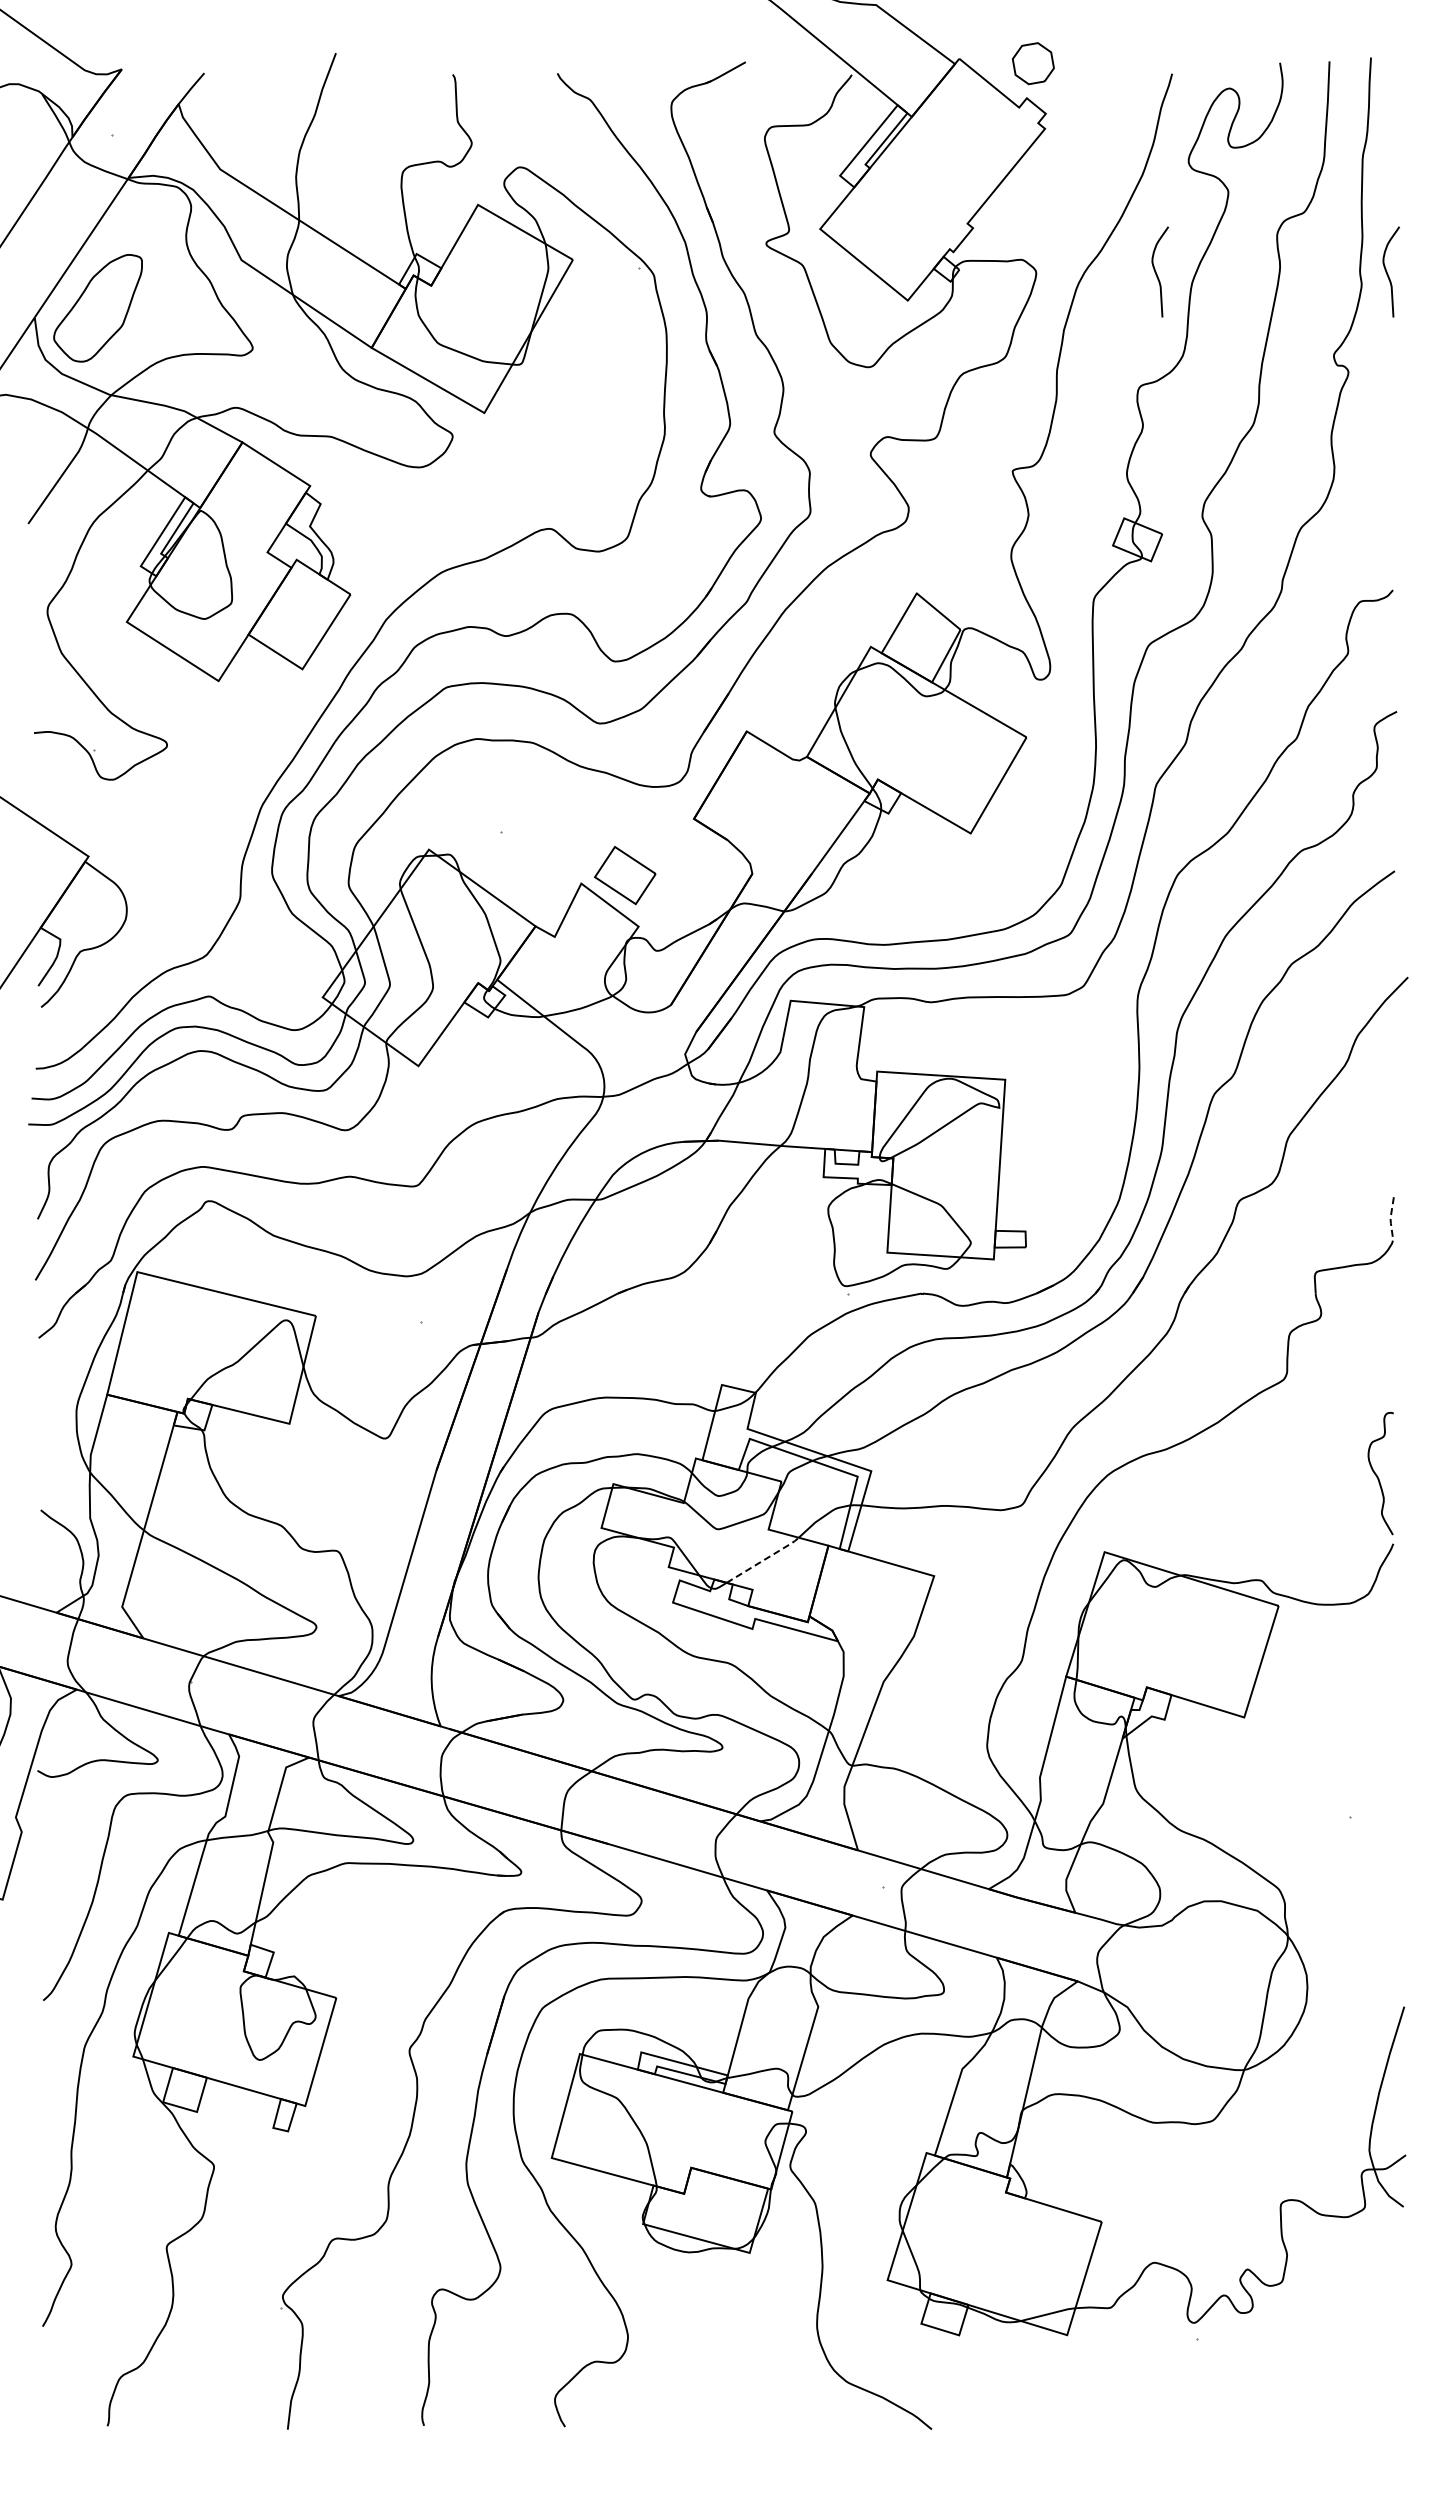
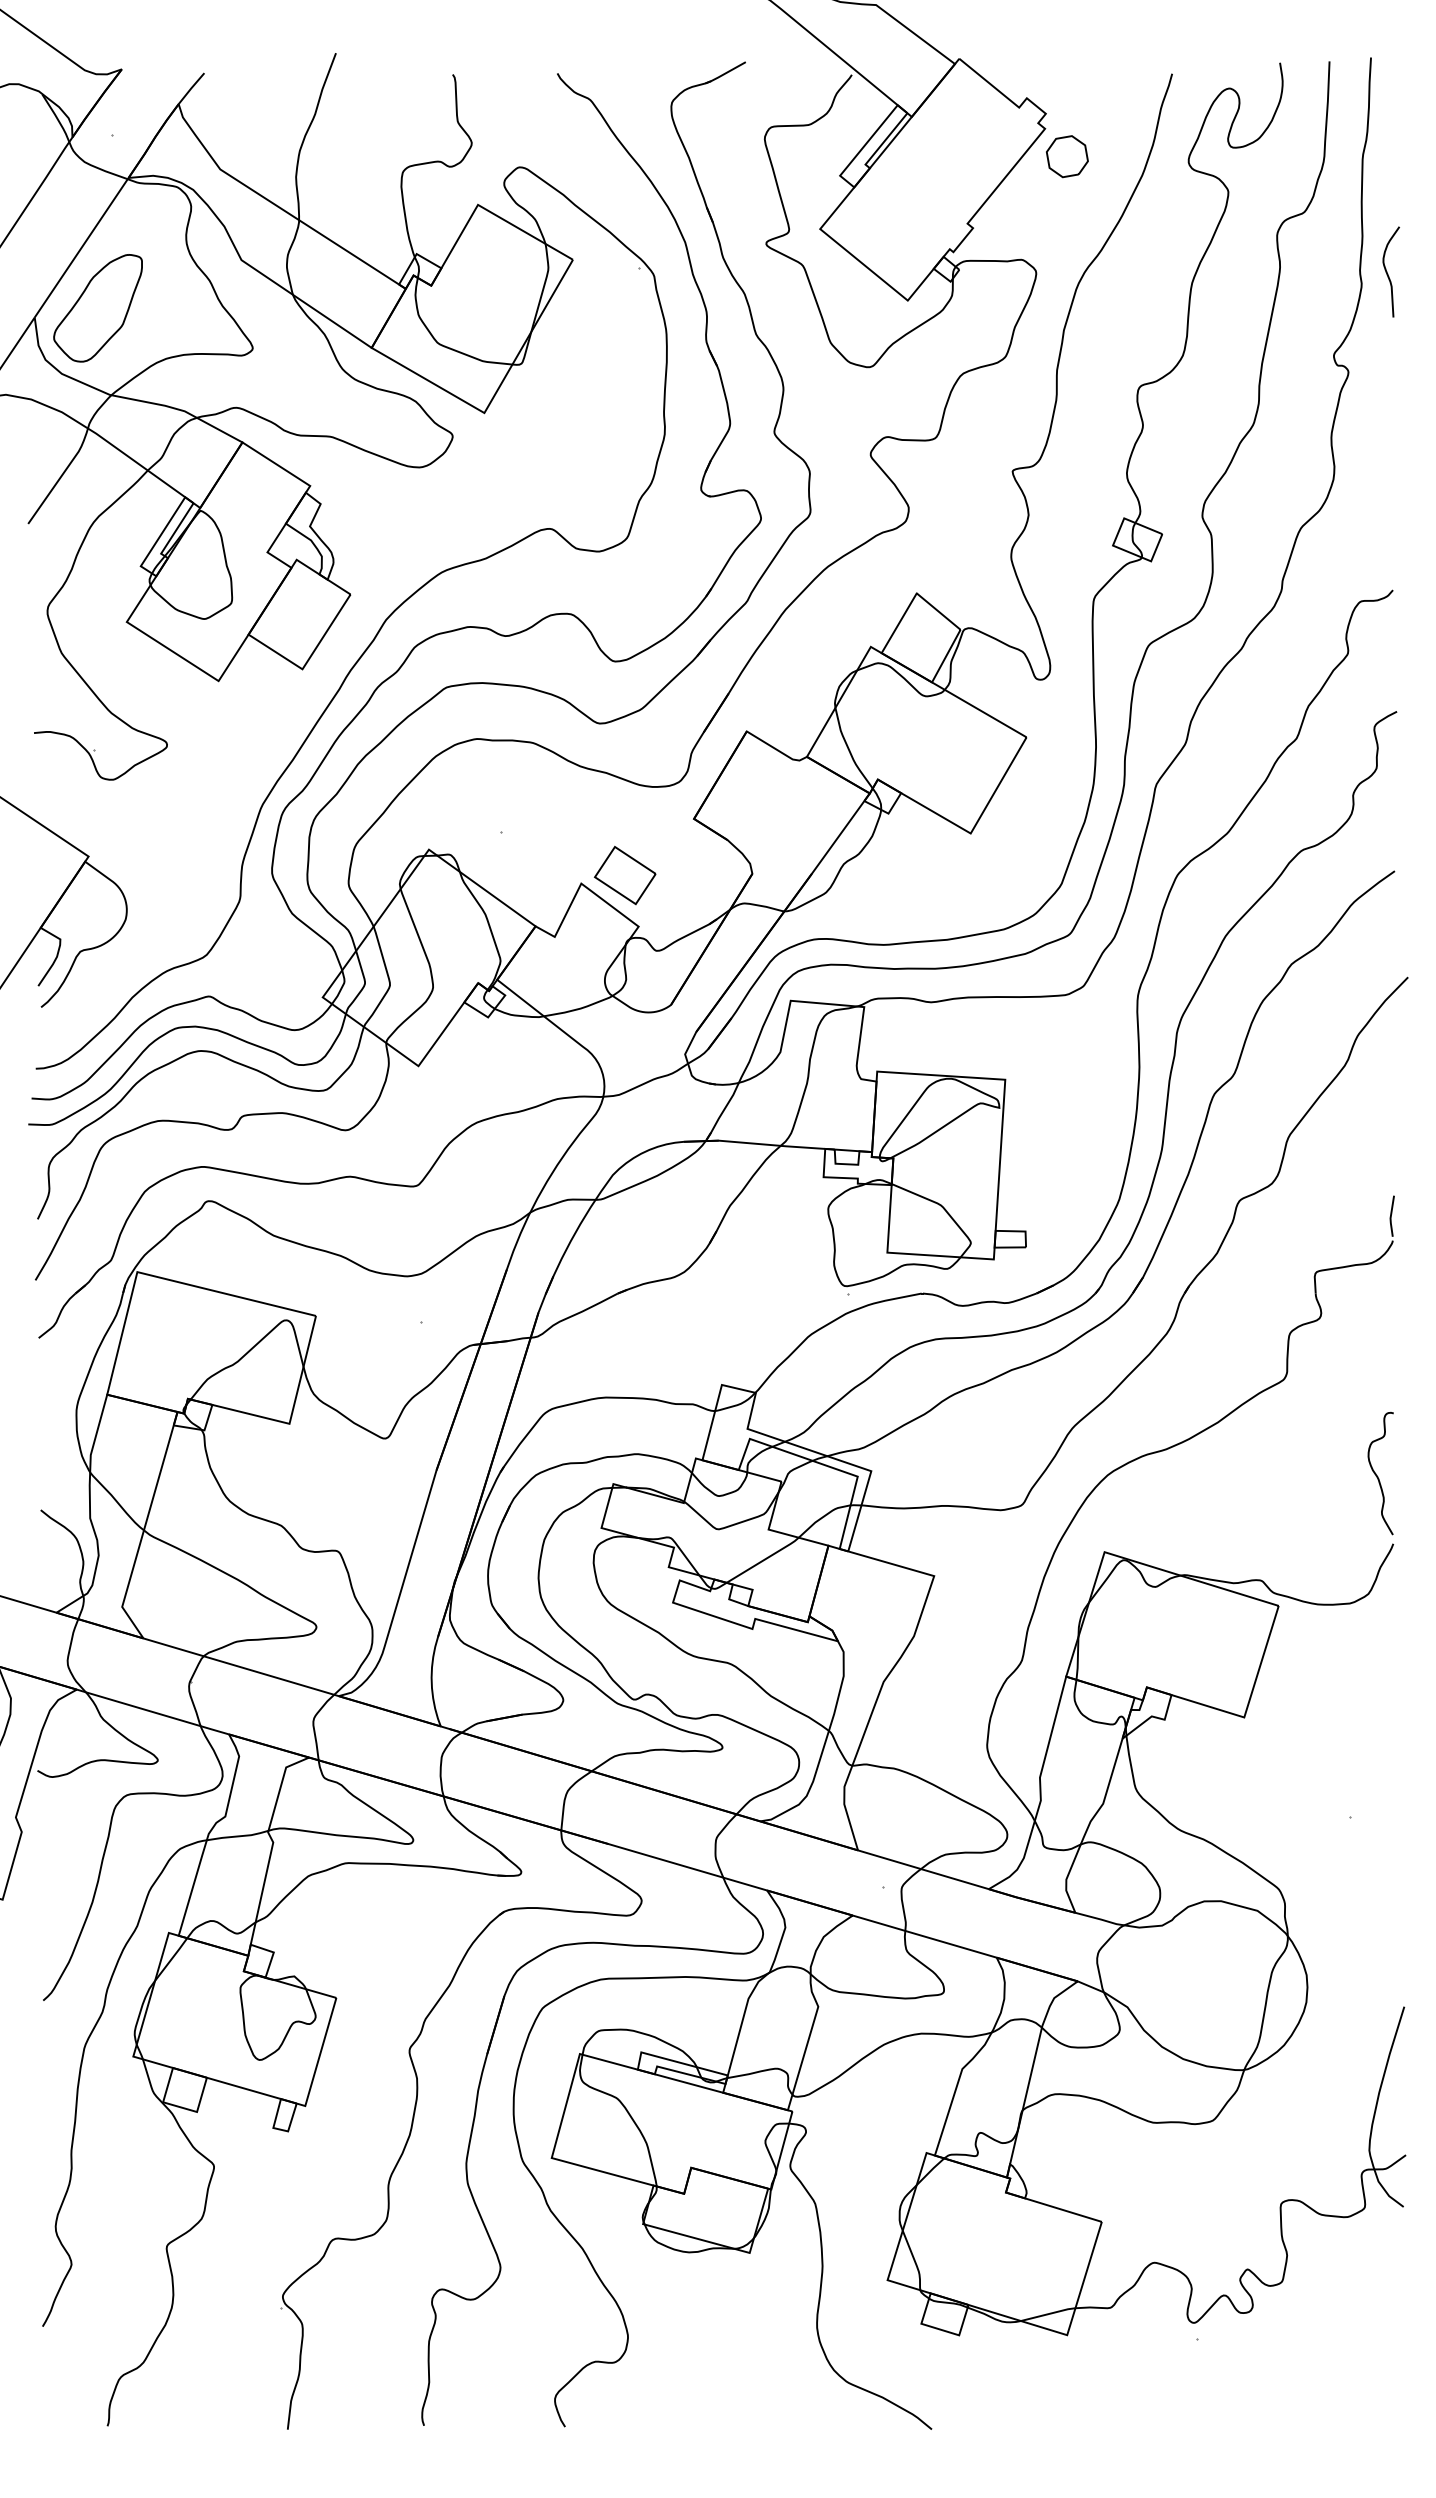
part at (1033, 63) position: (1033, 63) -> (1067, 156)
curve at (1157, 273): present -> none
line at (1390, 1217): dashed -> solid
line at (764, 1559): dashed -> solid
